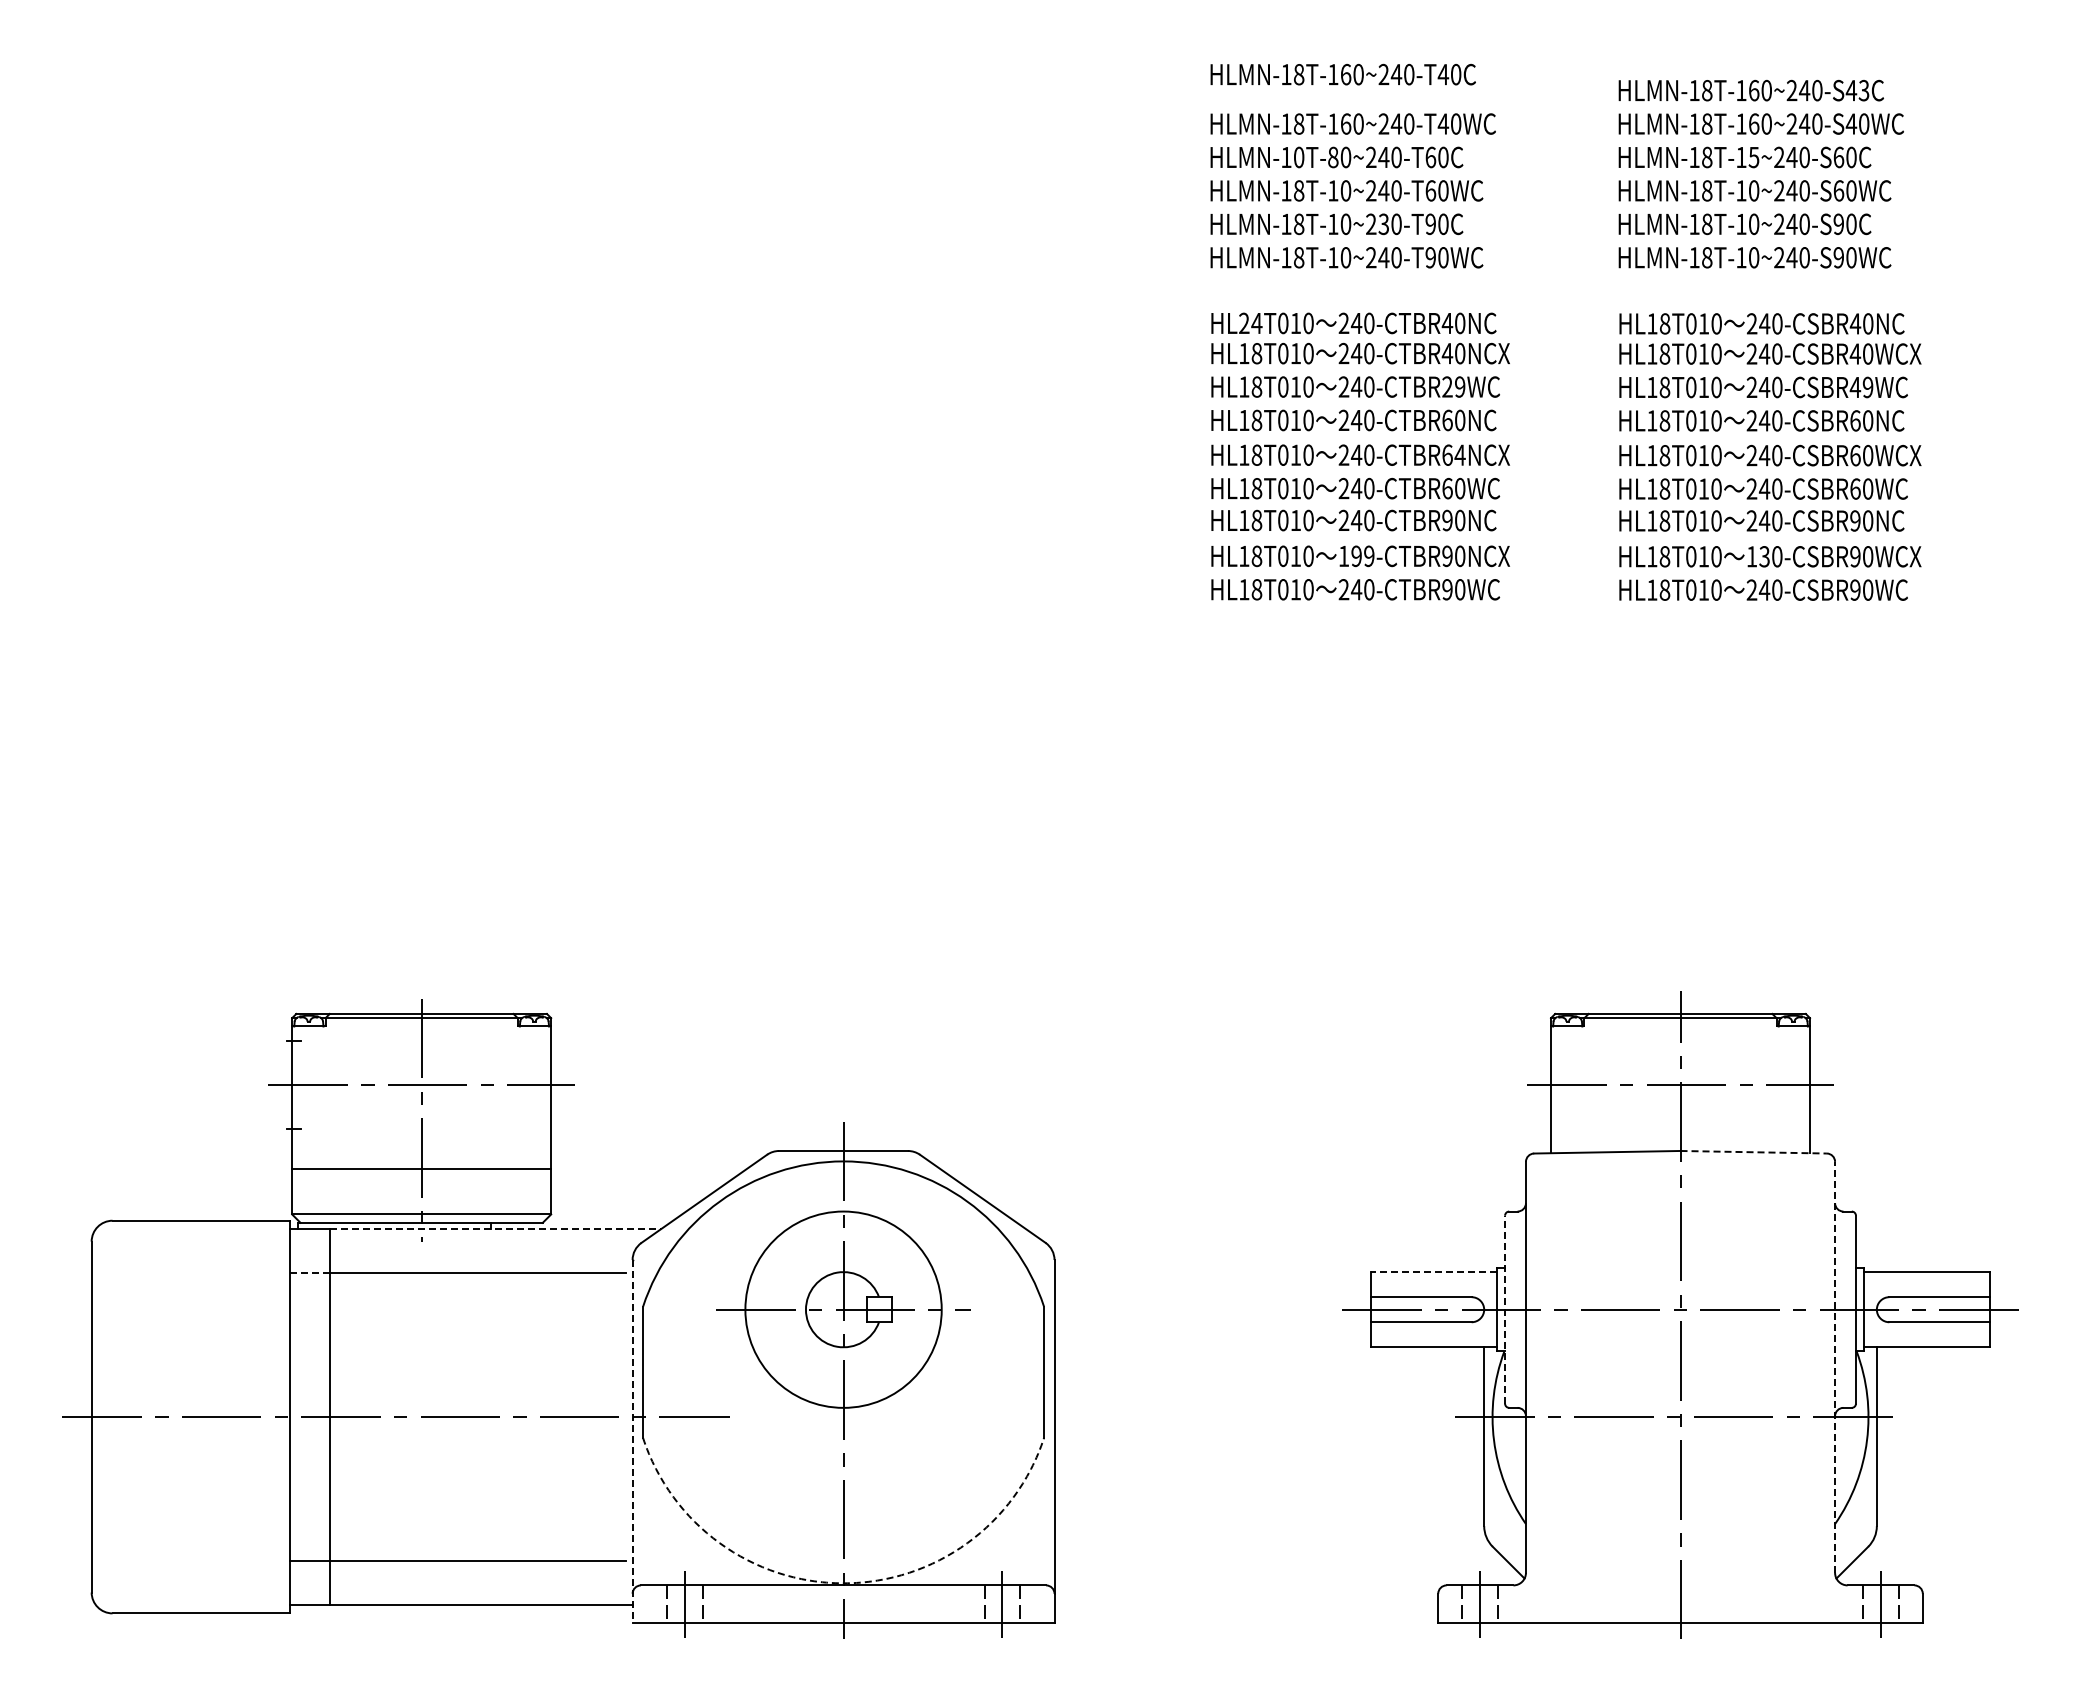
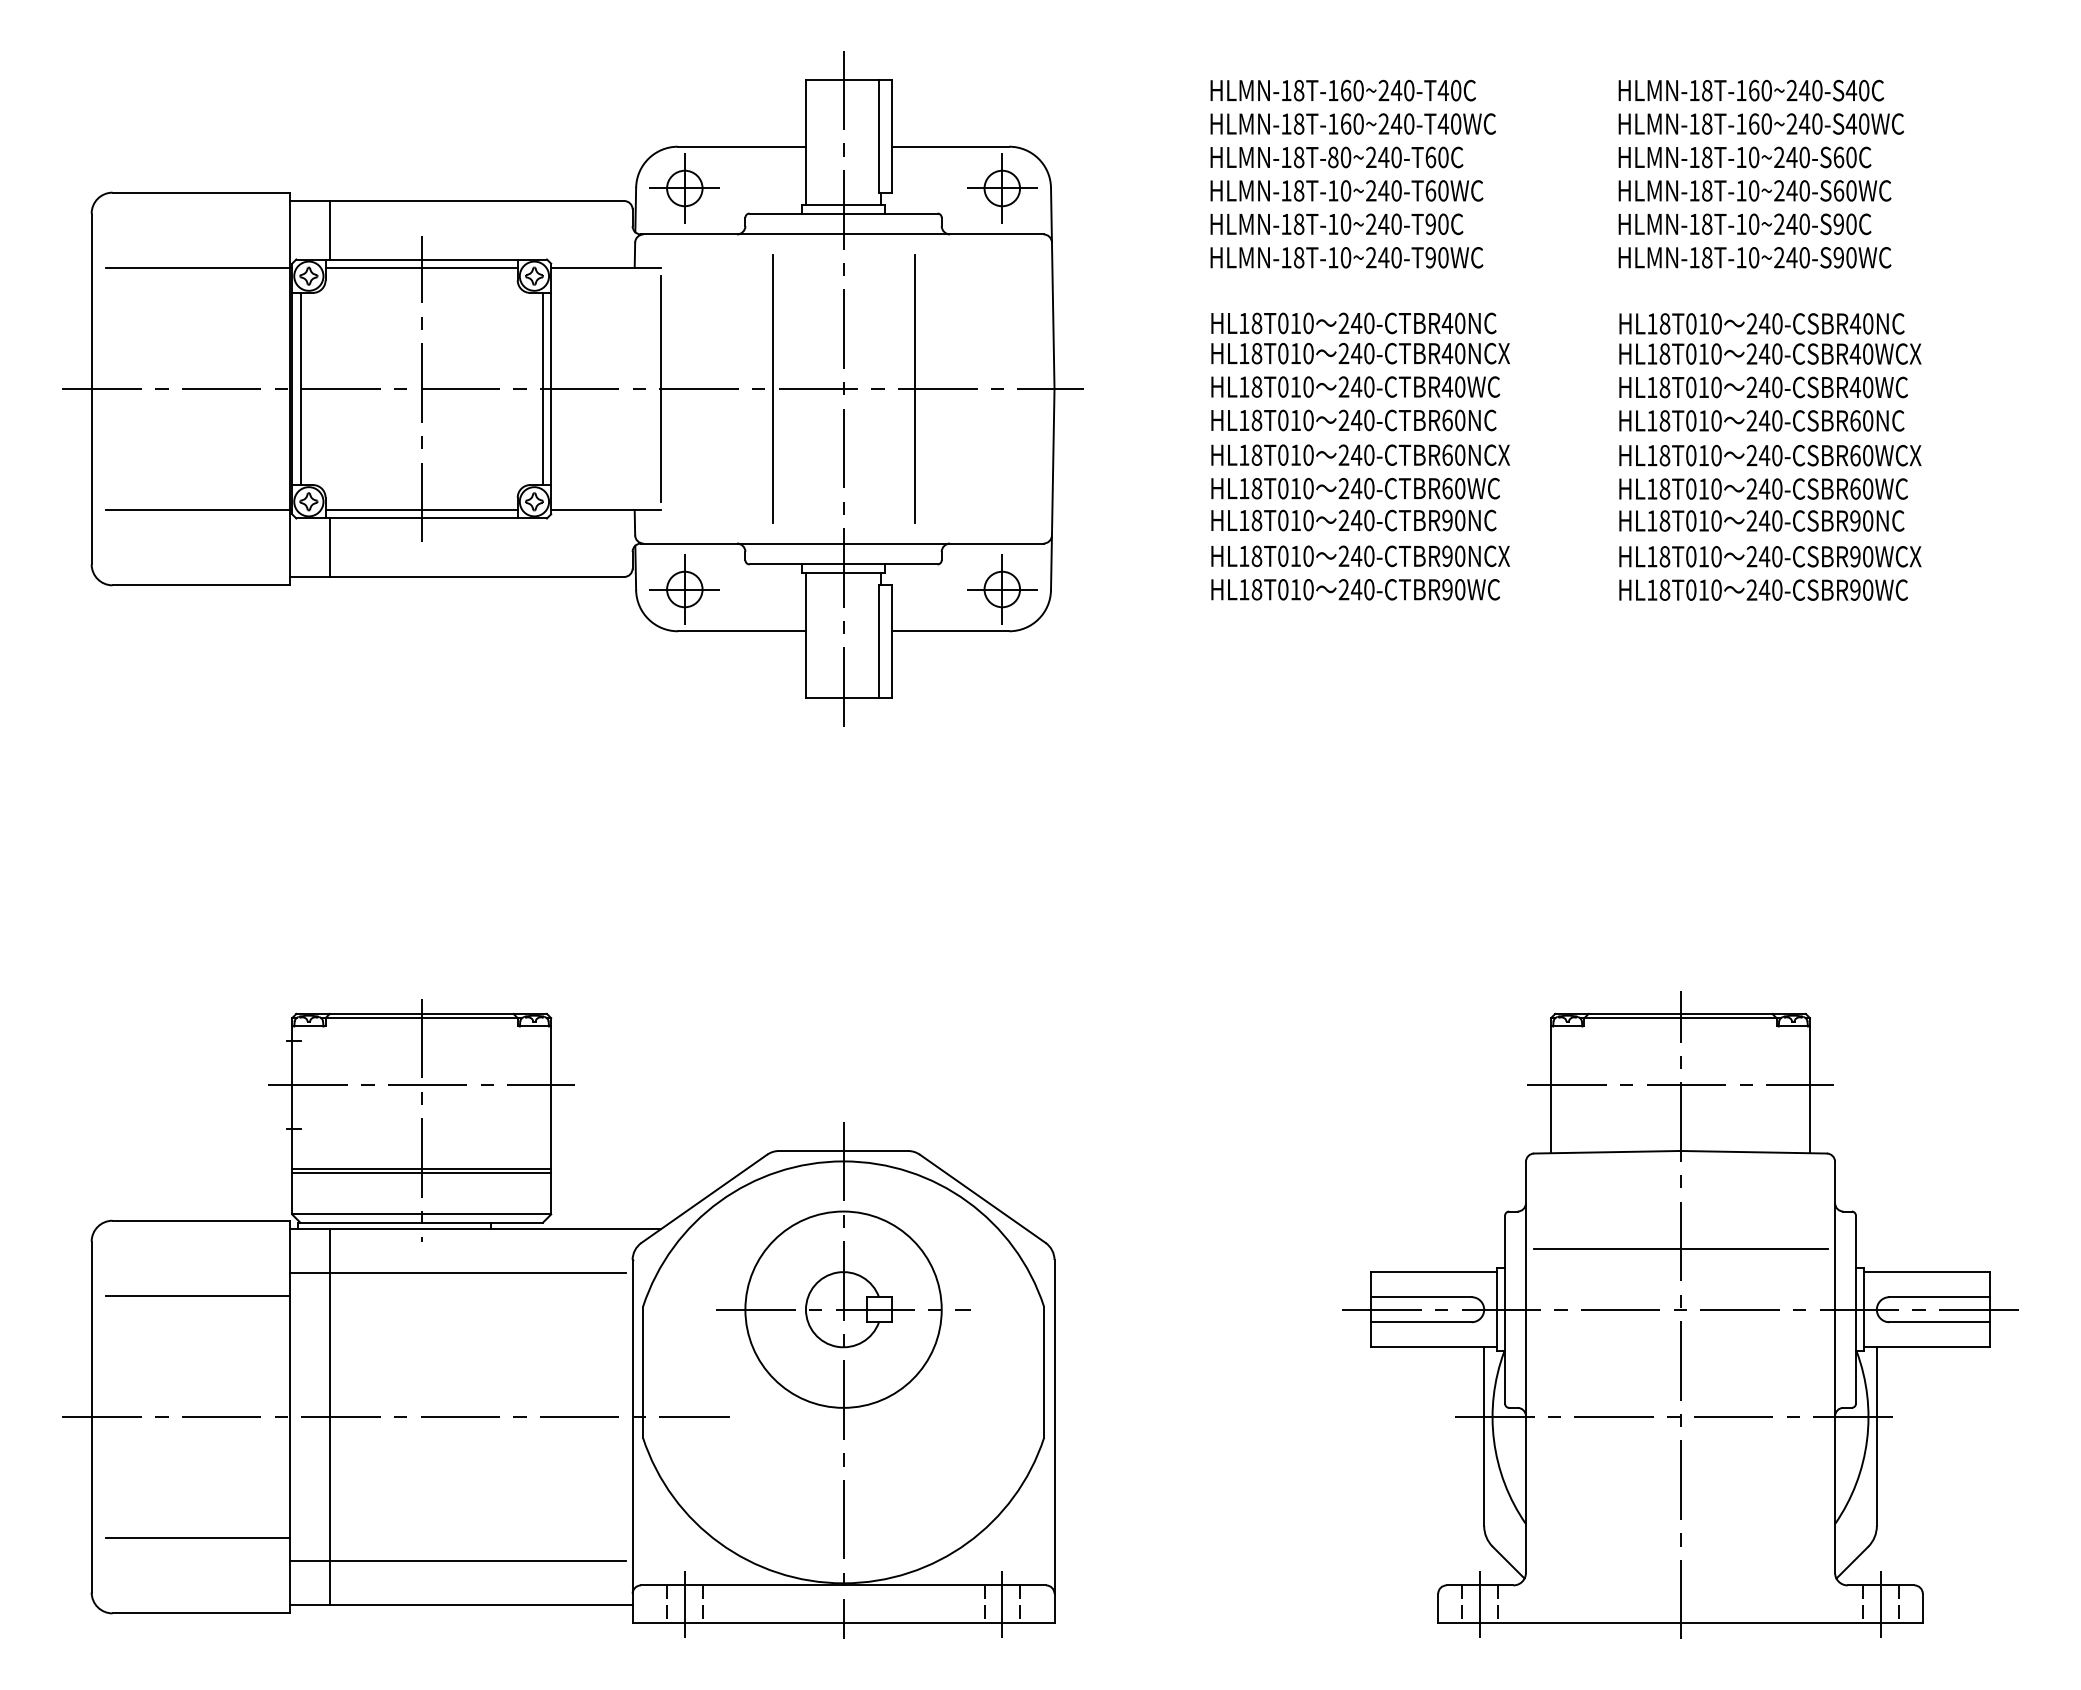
text at (1342, 74) position: (1342, 74) -> (1342, 90)
text at (1863, 90): HLMN-18T-160~240-S43C -> HLMN-18T-160~240-S40C
text at (1299, 157): HLMN-10T-80~240-T60C -> HLMN-18T-80~240-T60C
text at (1753, 157): HLMN-18T-15~240-S60C -> HLMN-18T-10~240-S60C
text at (1383, 224): HLMN-18T-10~230-T90C -> HLMN-18T-10~240-T90C
text at (1250, 323): HL24T010 -> HL18T010
text at (1453, 386): 240-CTBR29WC -> 240-CTBR40WC
text at (1867, 387): 240-CSBR49WC -> 240-CSBR40WC
part at (572, 388): none -> present
text at (1459, 454): 240-CTBR64NCX -> 240-CTBR60NCX
text at (1356, 556): 199-CTBR90NCX -> 240-CTBR90NCX
text at (1758, 556): 130-CSBR90WCX -> 240-CSBR90WCX
line at (1754, 1152): dashed -> solid
line at (421, 1172): none -> present
line at (495, 1229): dashed -> solid
line at (1680, 1249): none -> present
line at (1434, 1272): dashed -> solid
line at (309, 1273): dashed -> solid
line at (198, 1295): none -> present
line at (1505, 1309): dashed -> solid
line at (1835, 1366): dashed -> solid
line at (632, 1441): dashed -> solid
line at (198, 1538): none -> present
arc at (843, 1583): dashed -> solid
